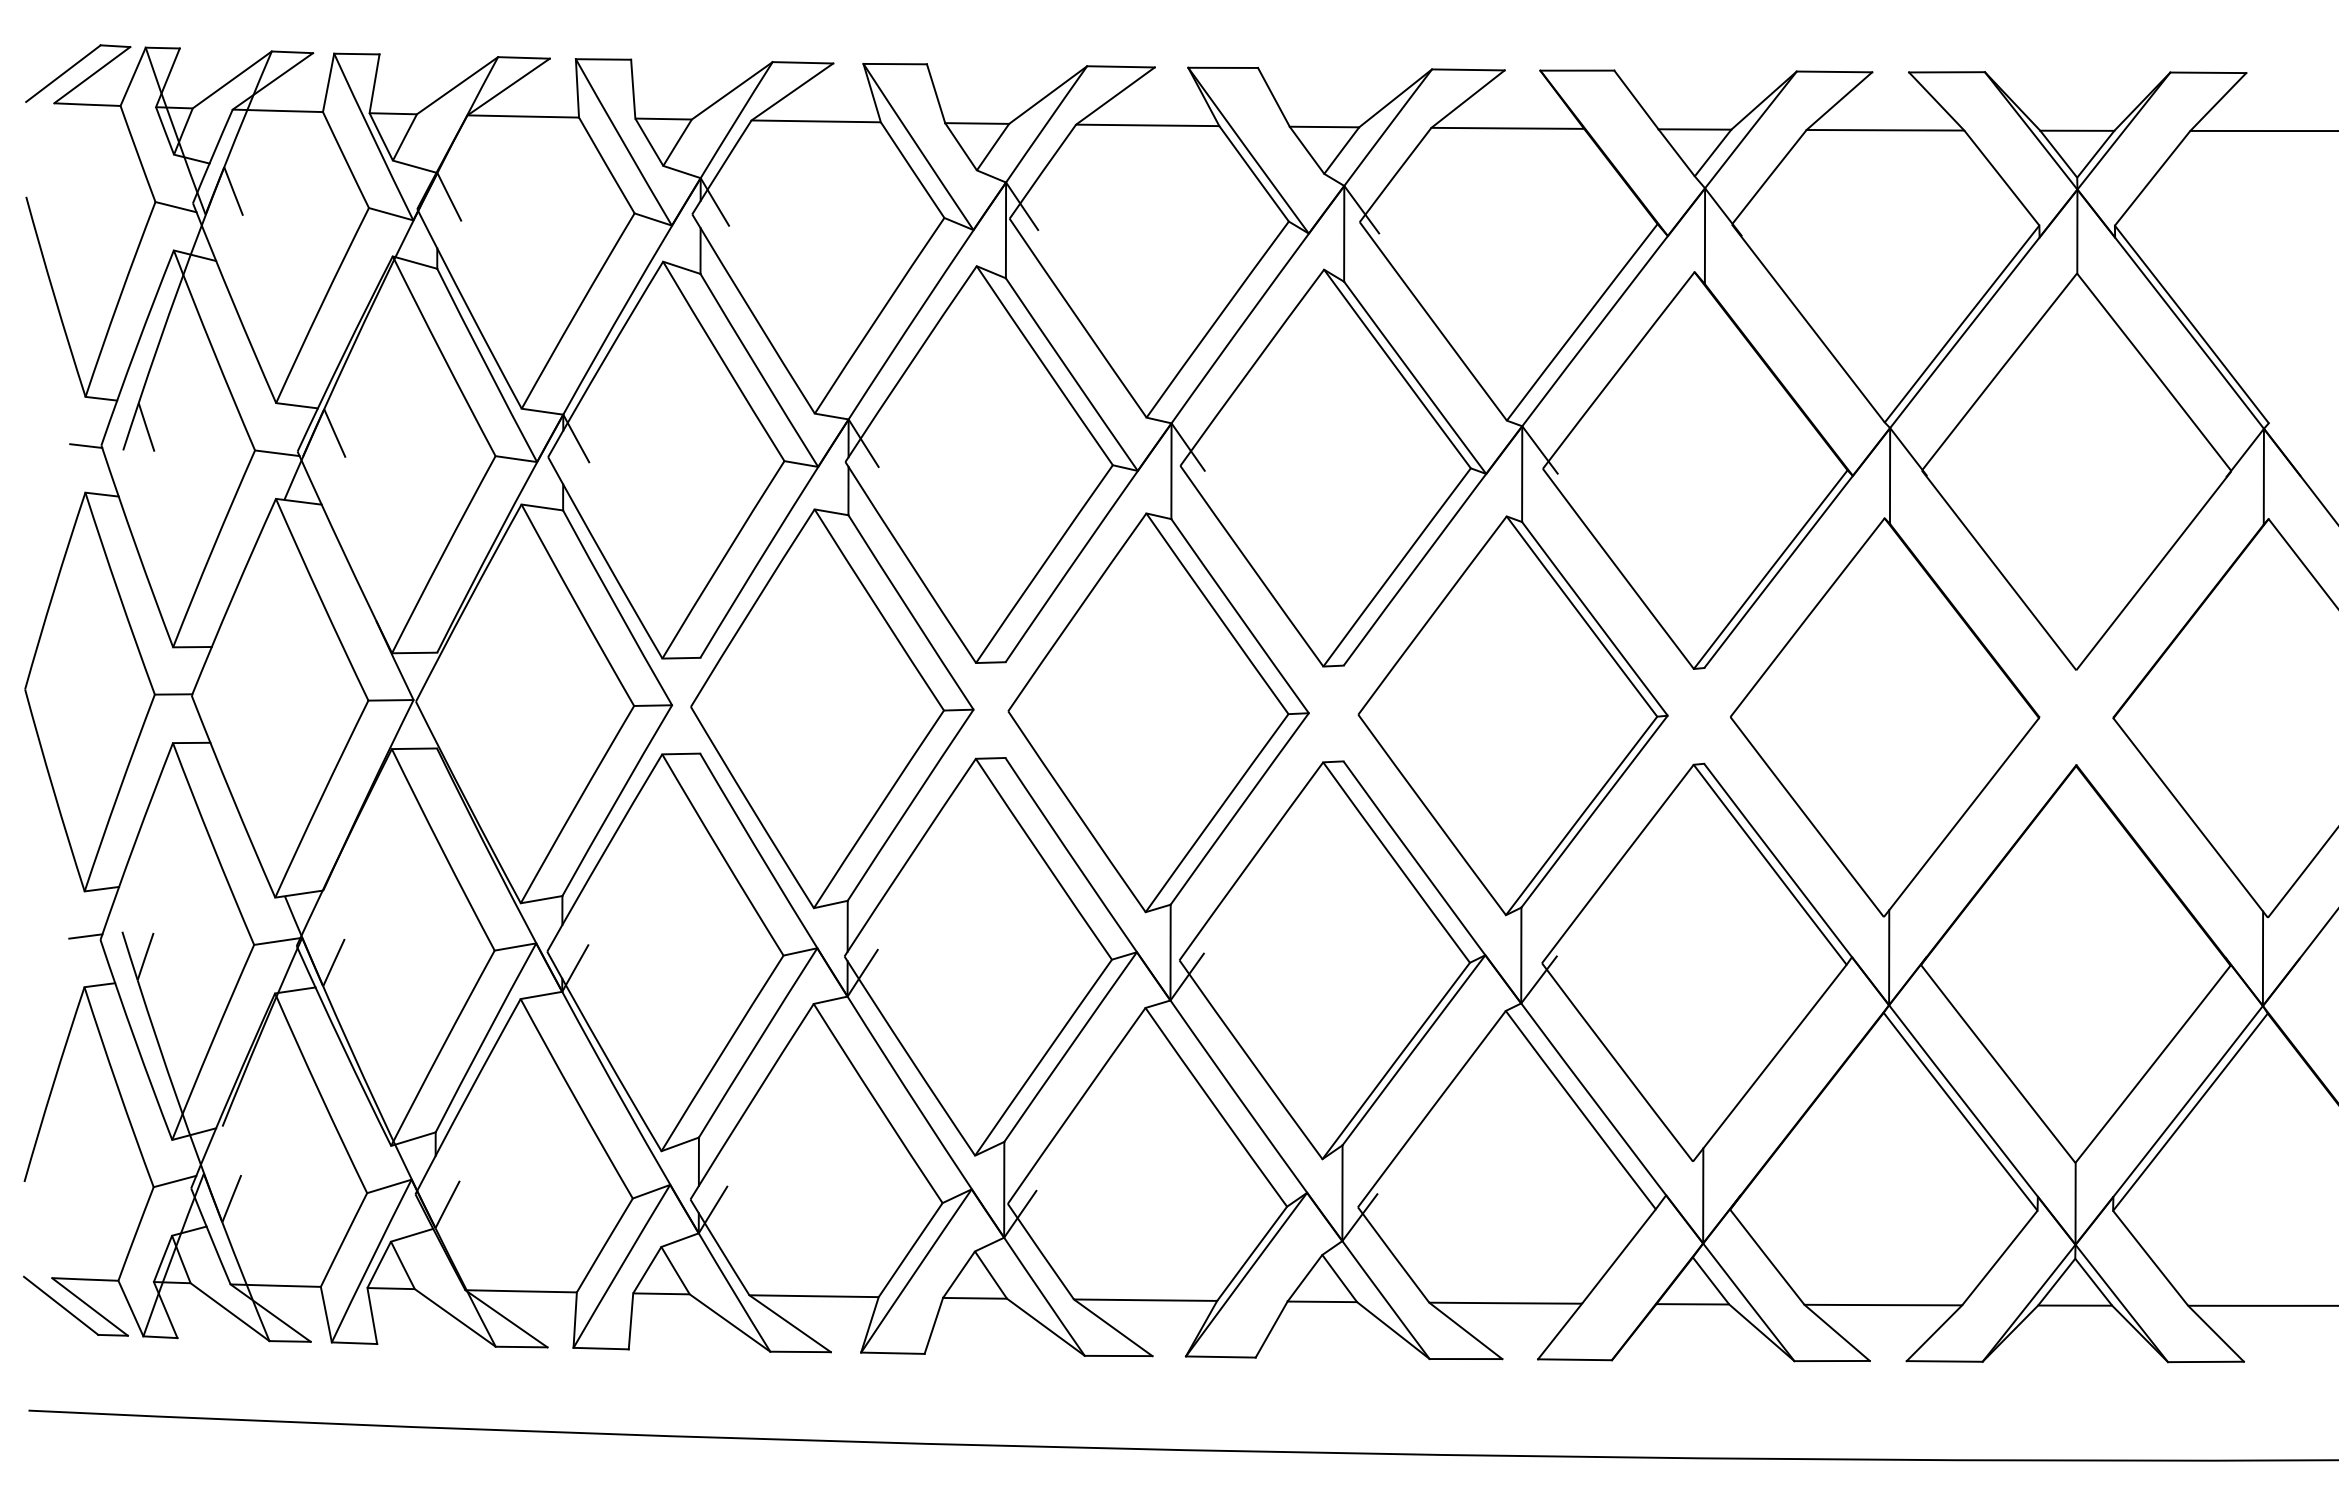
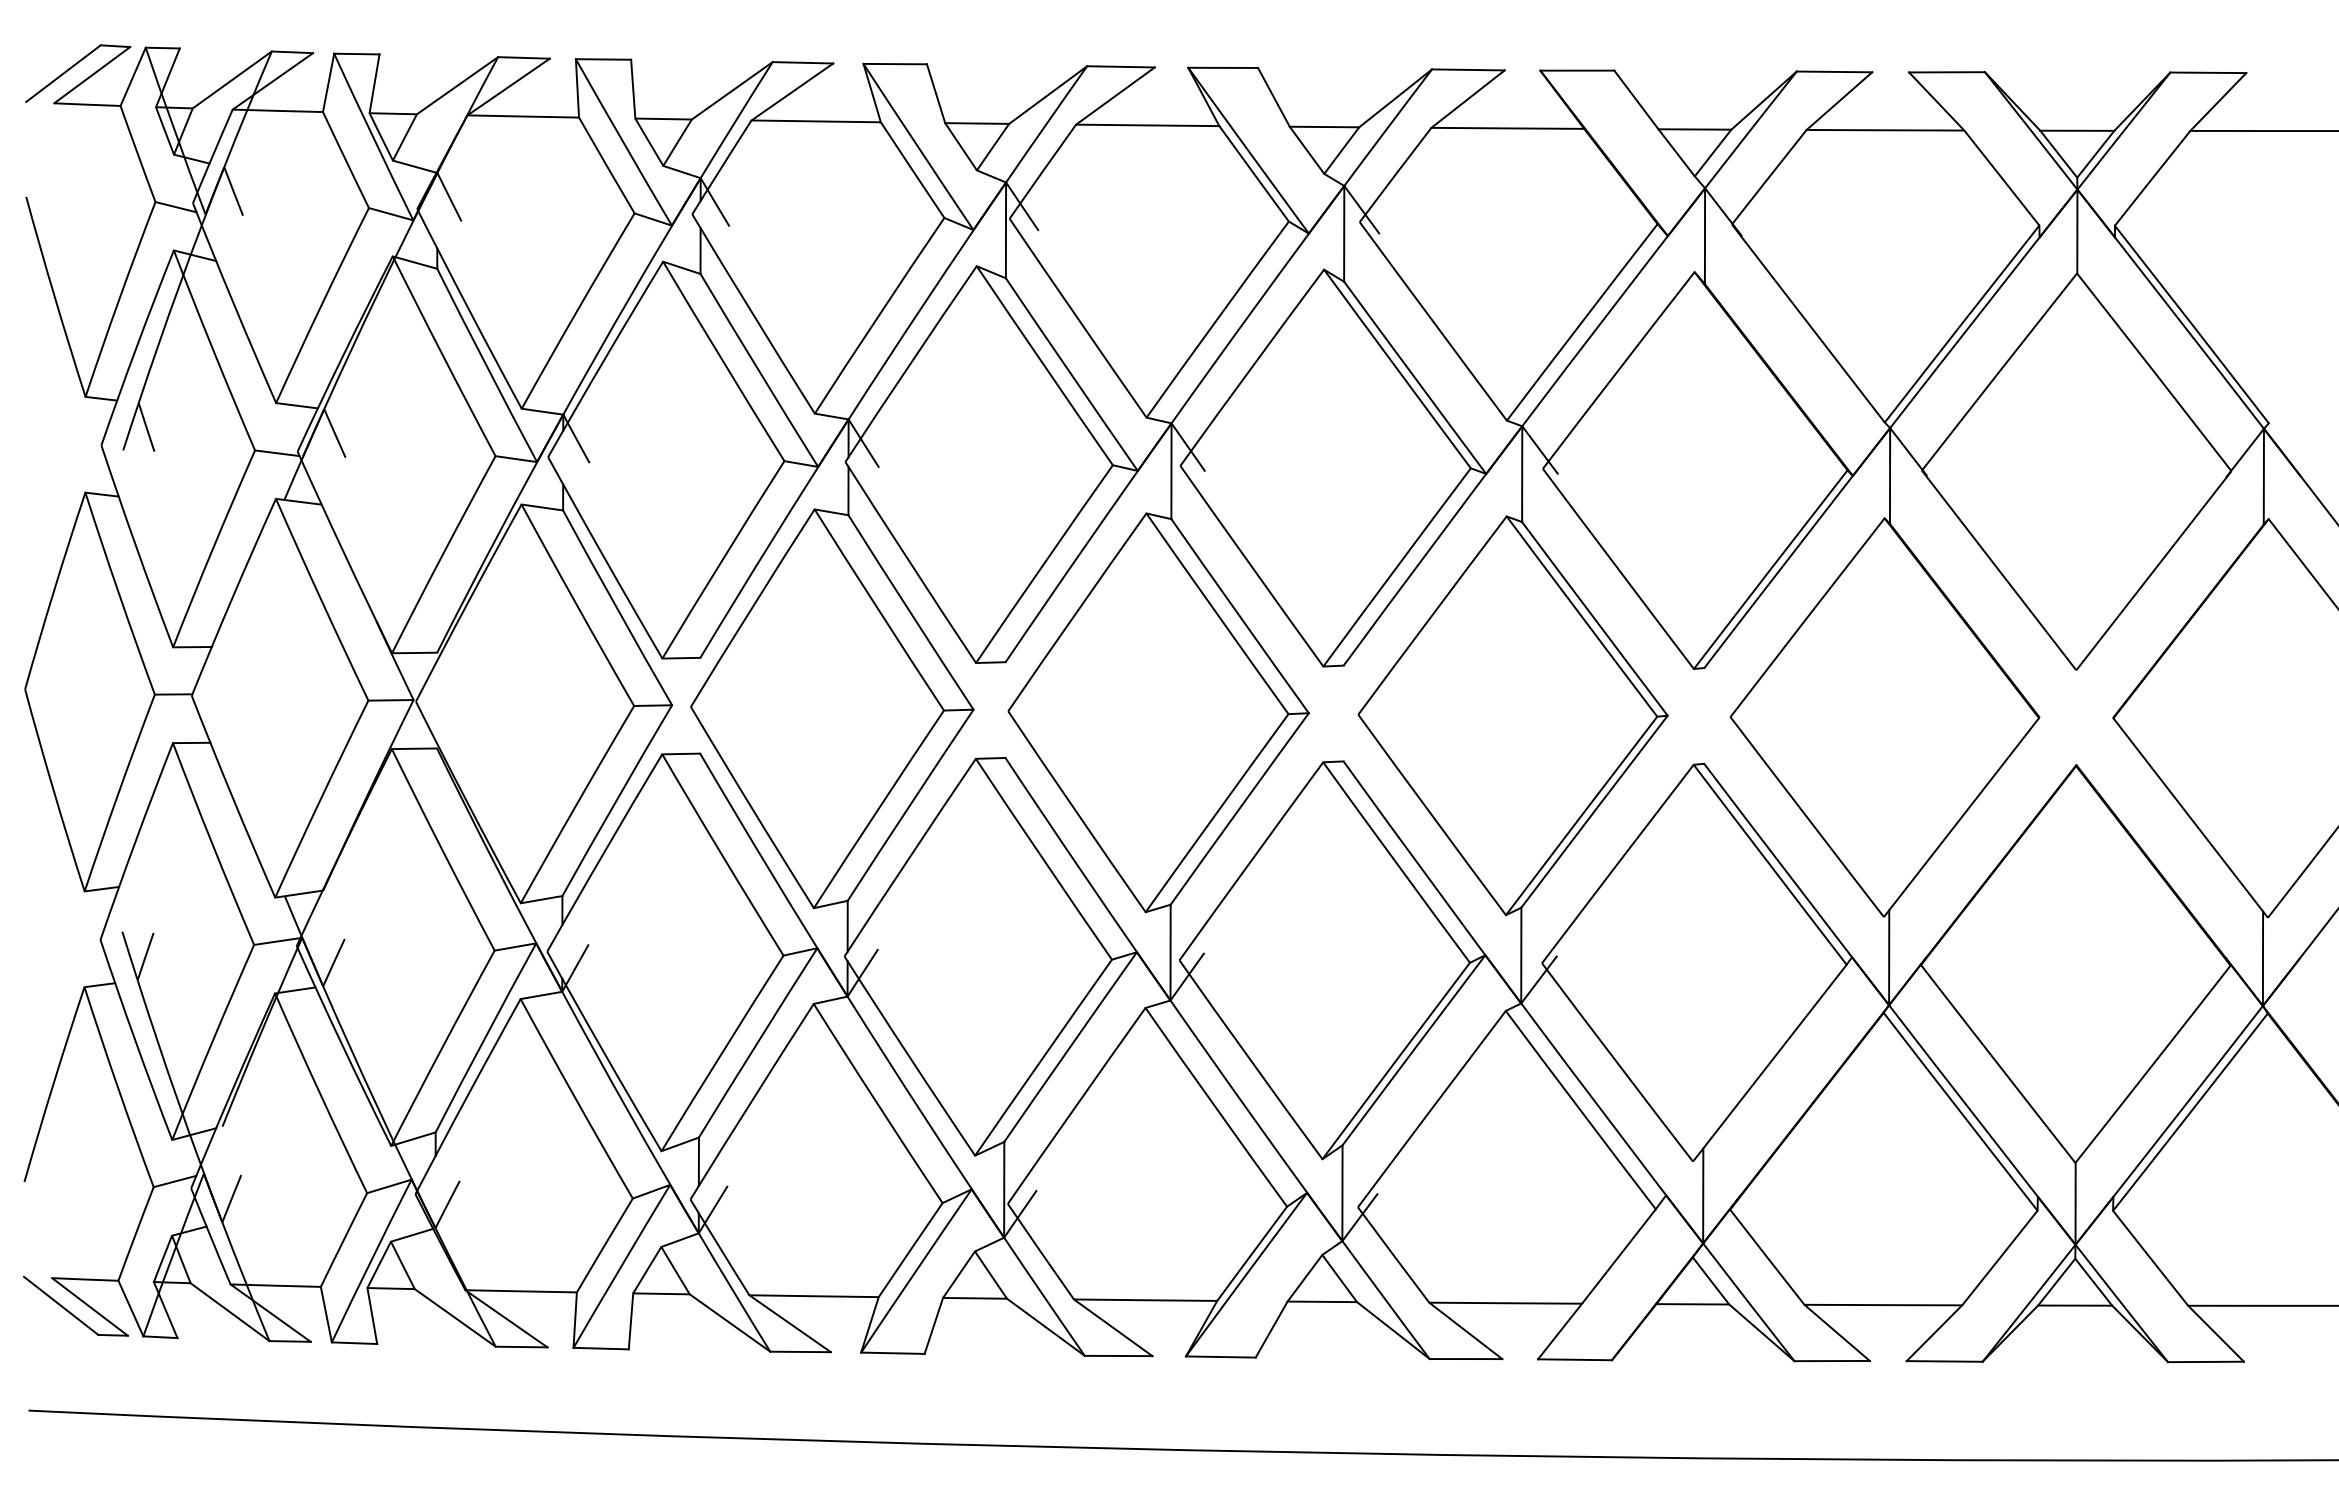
line at (86, 445): present -> none
line at (85, 936): present -> none
